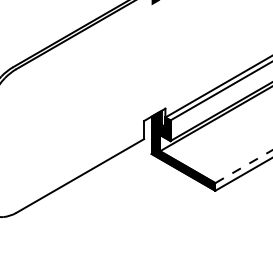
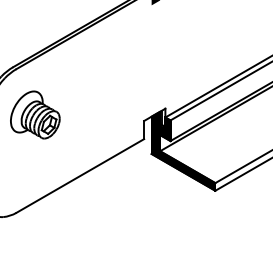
part at (35, 114): none -> present
line at (243, 166): dashed -> solid
